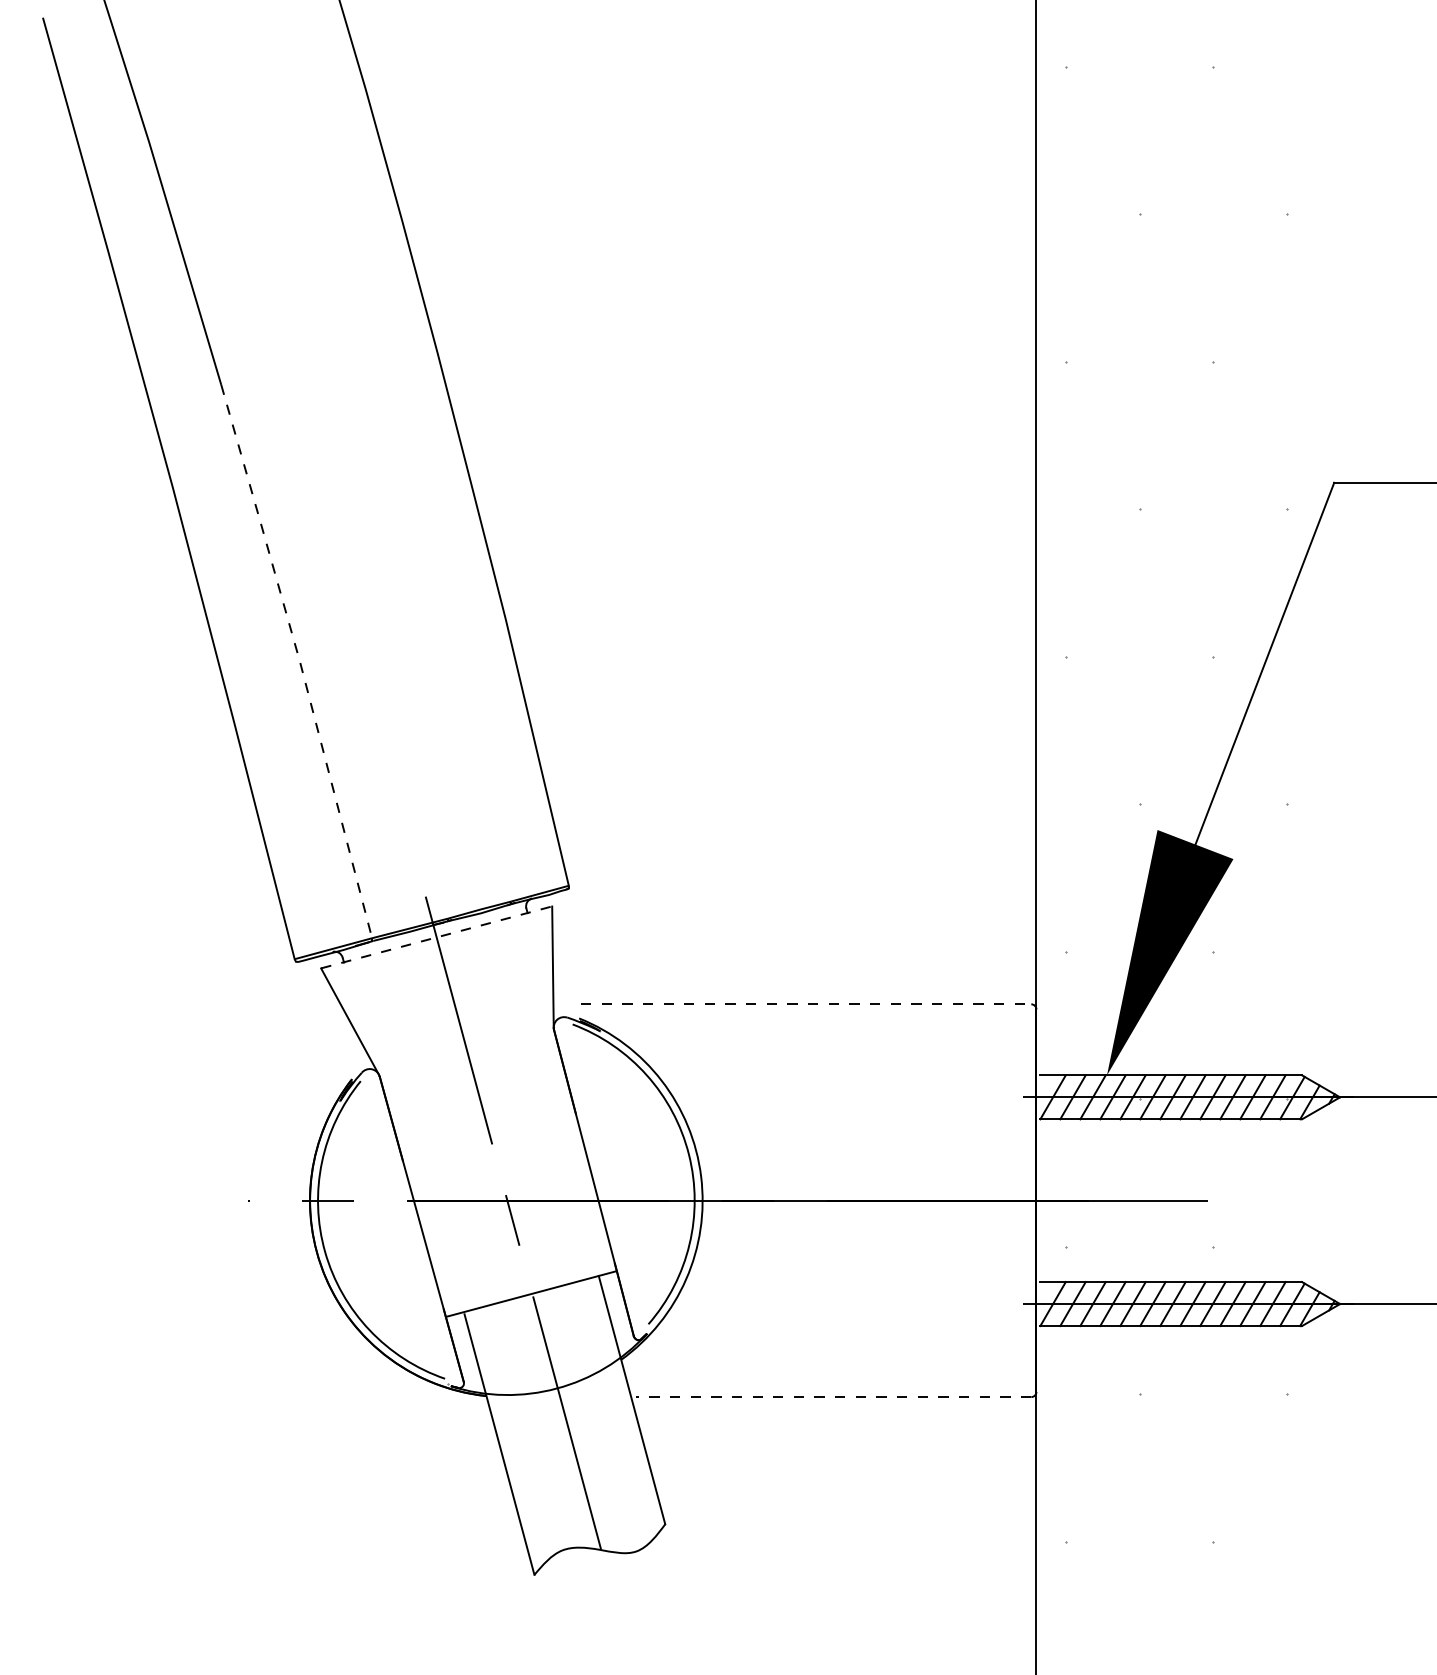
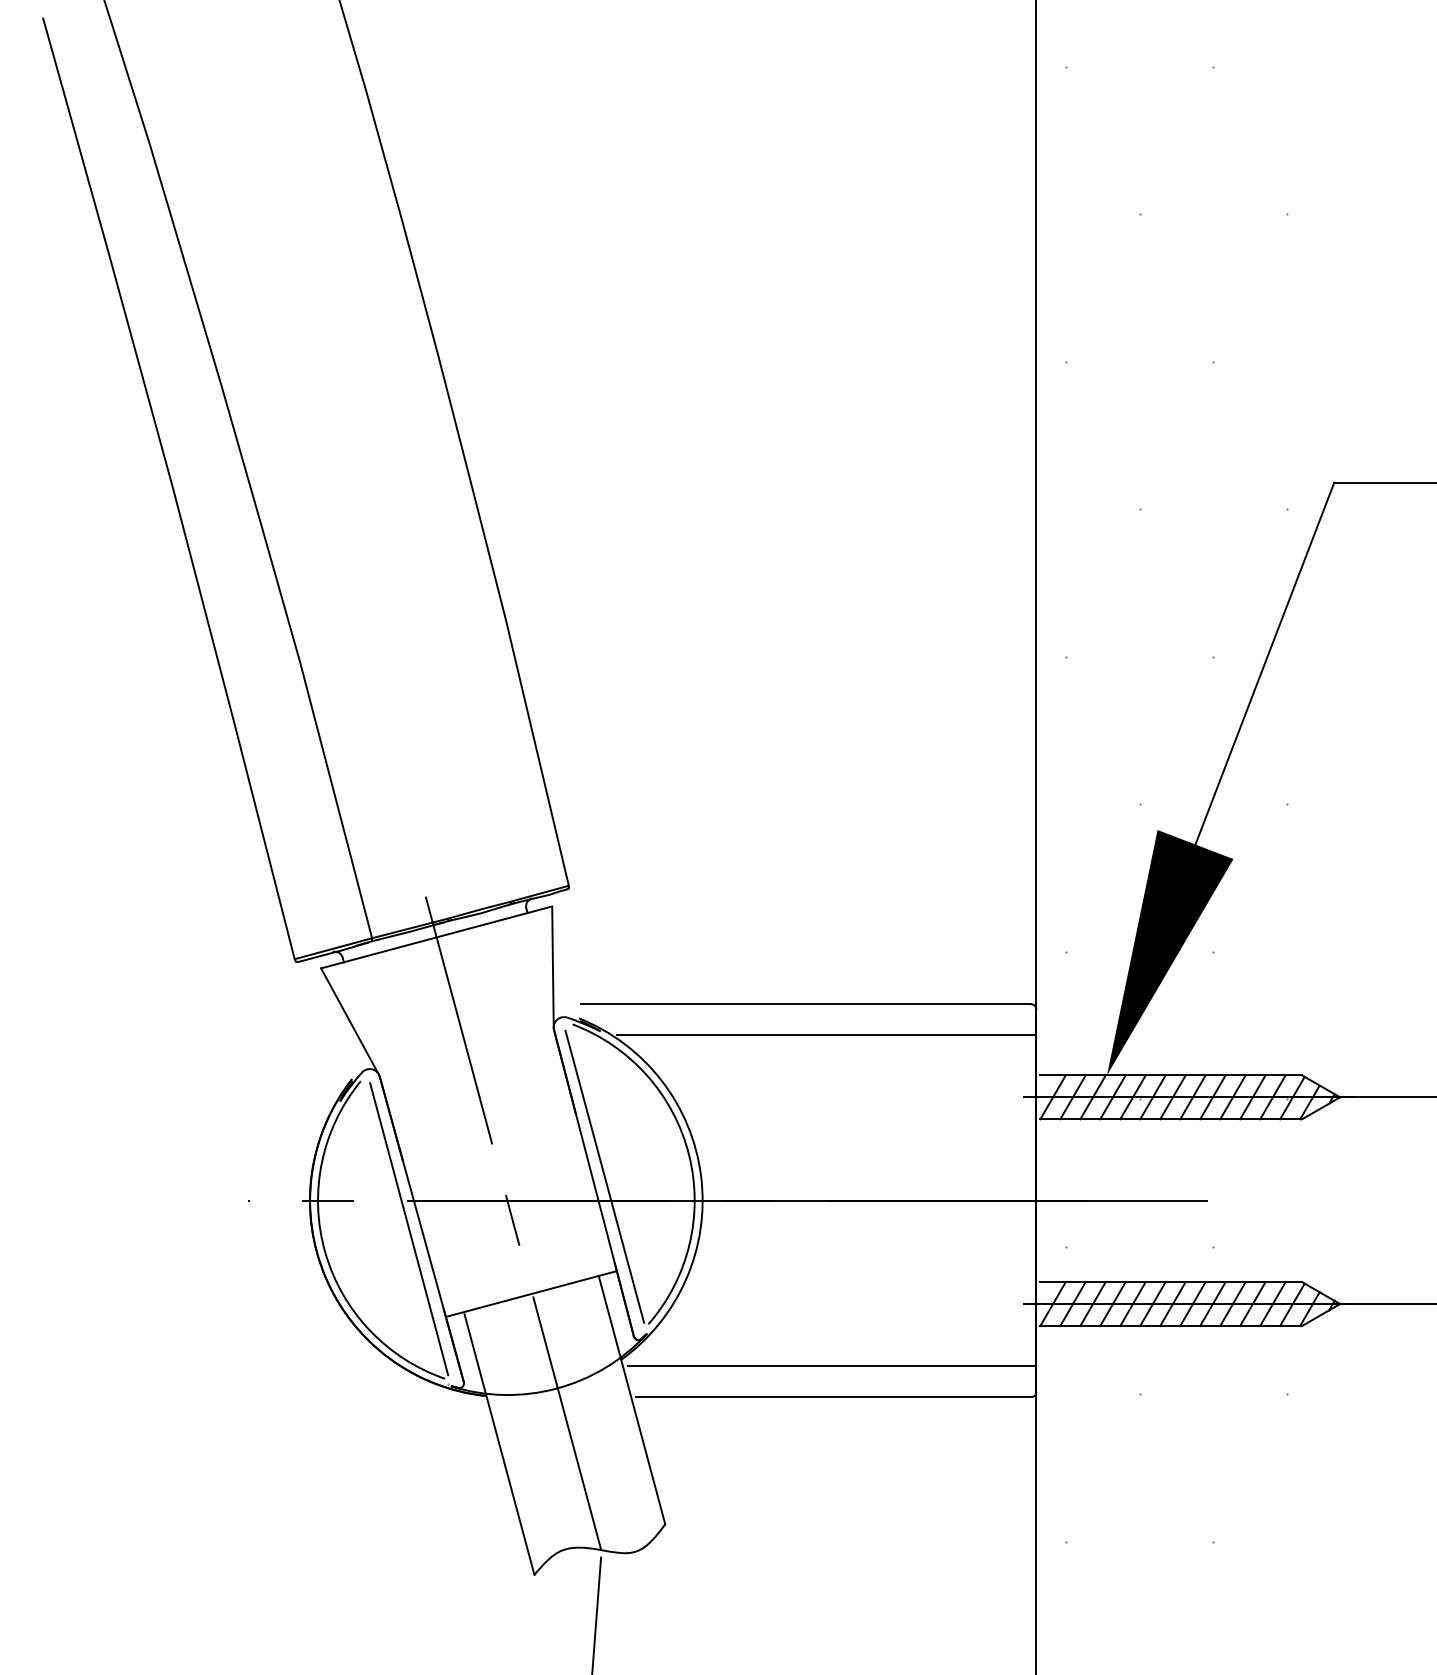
line at (299, 660): dashed -> solid
line at (435, 937): dashed -> solid
line at (806, 1004): dashed -> solid
line at (826, 1035): none -> present
line at (604, 1176): none -> present
line at (409, 1229): none -> present
line at (832, 1366): none -> present
line at (833, 1397): dashed -> solid
line at (596, 1613): none -> present
